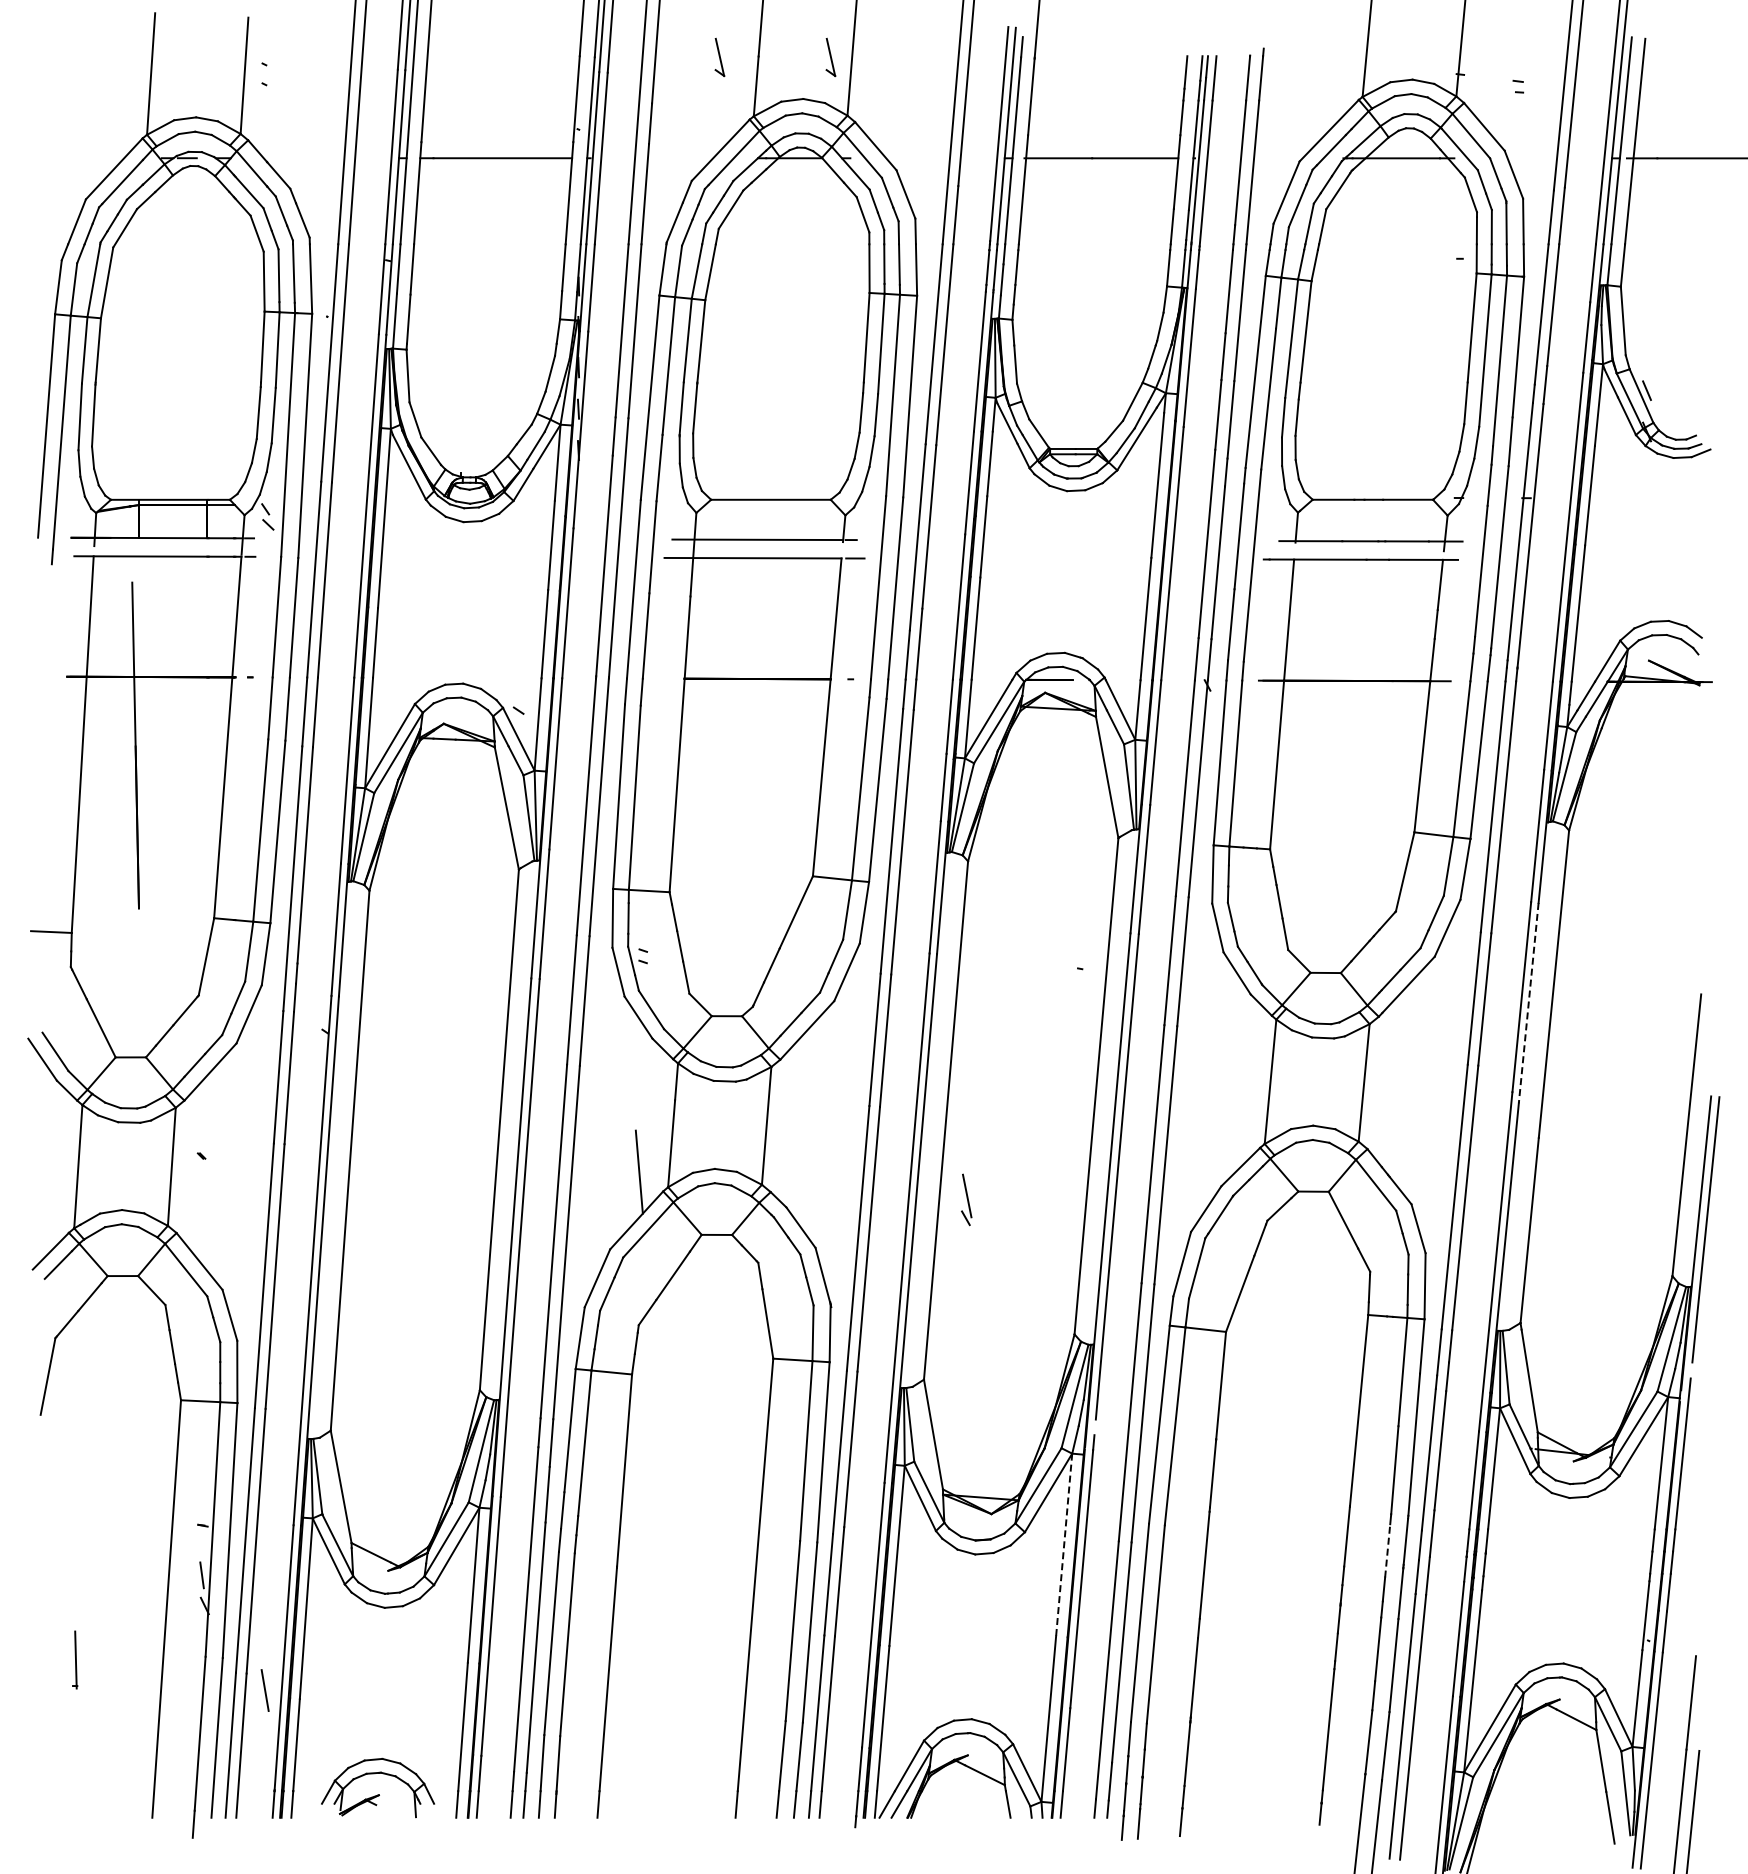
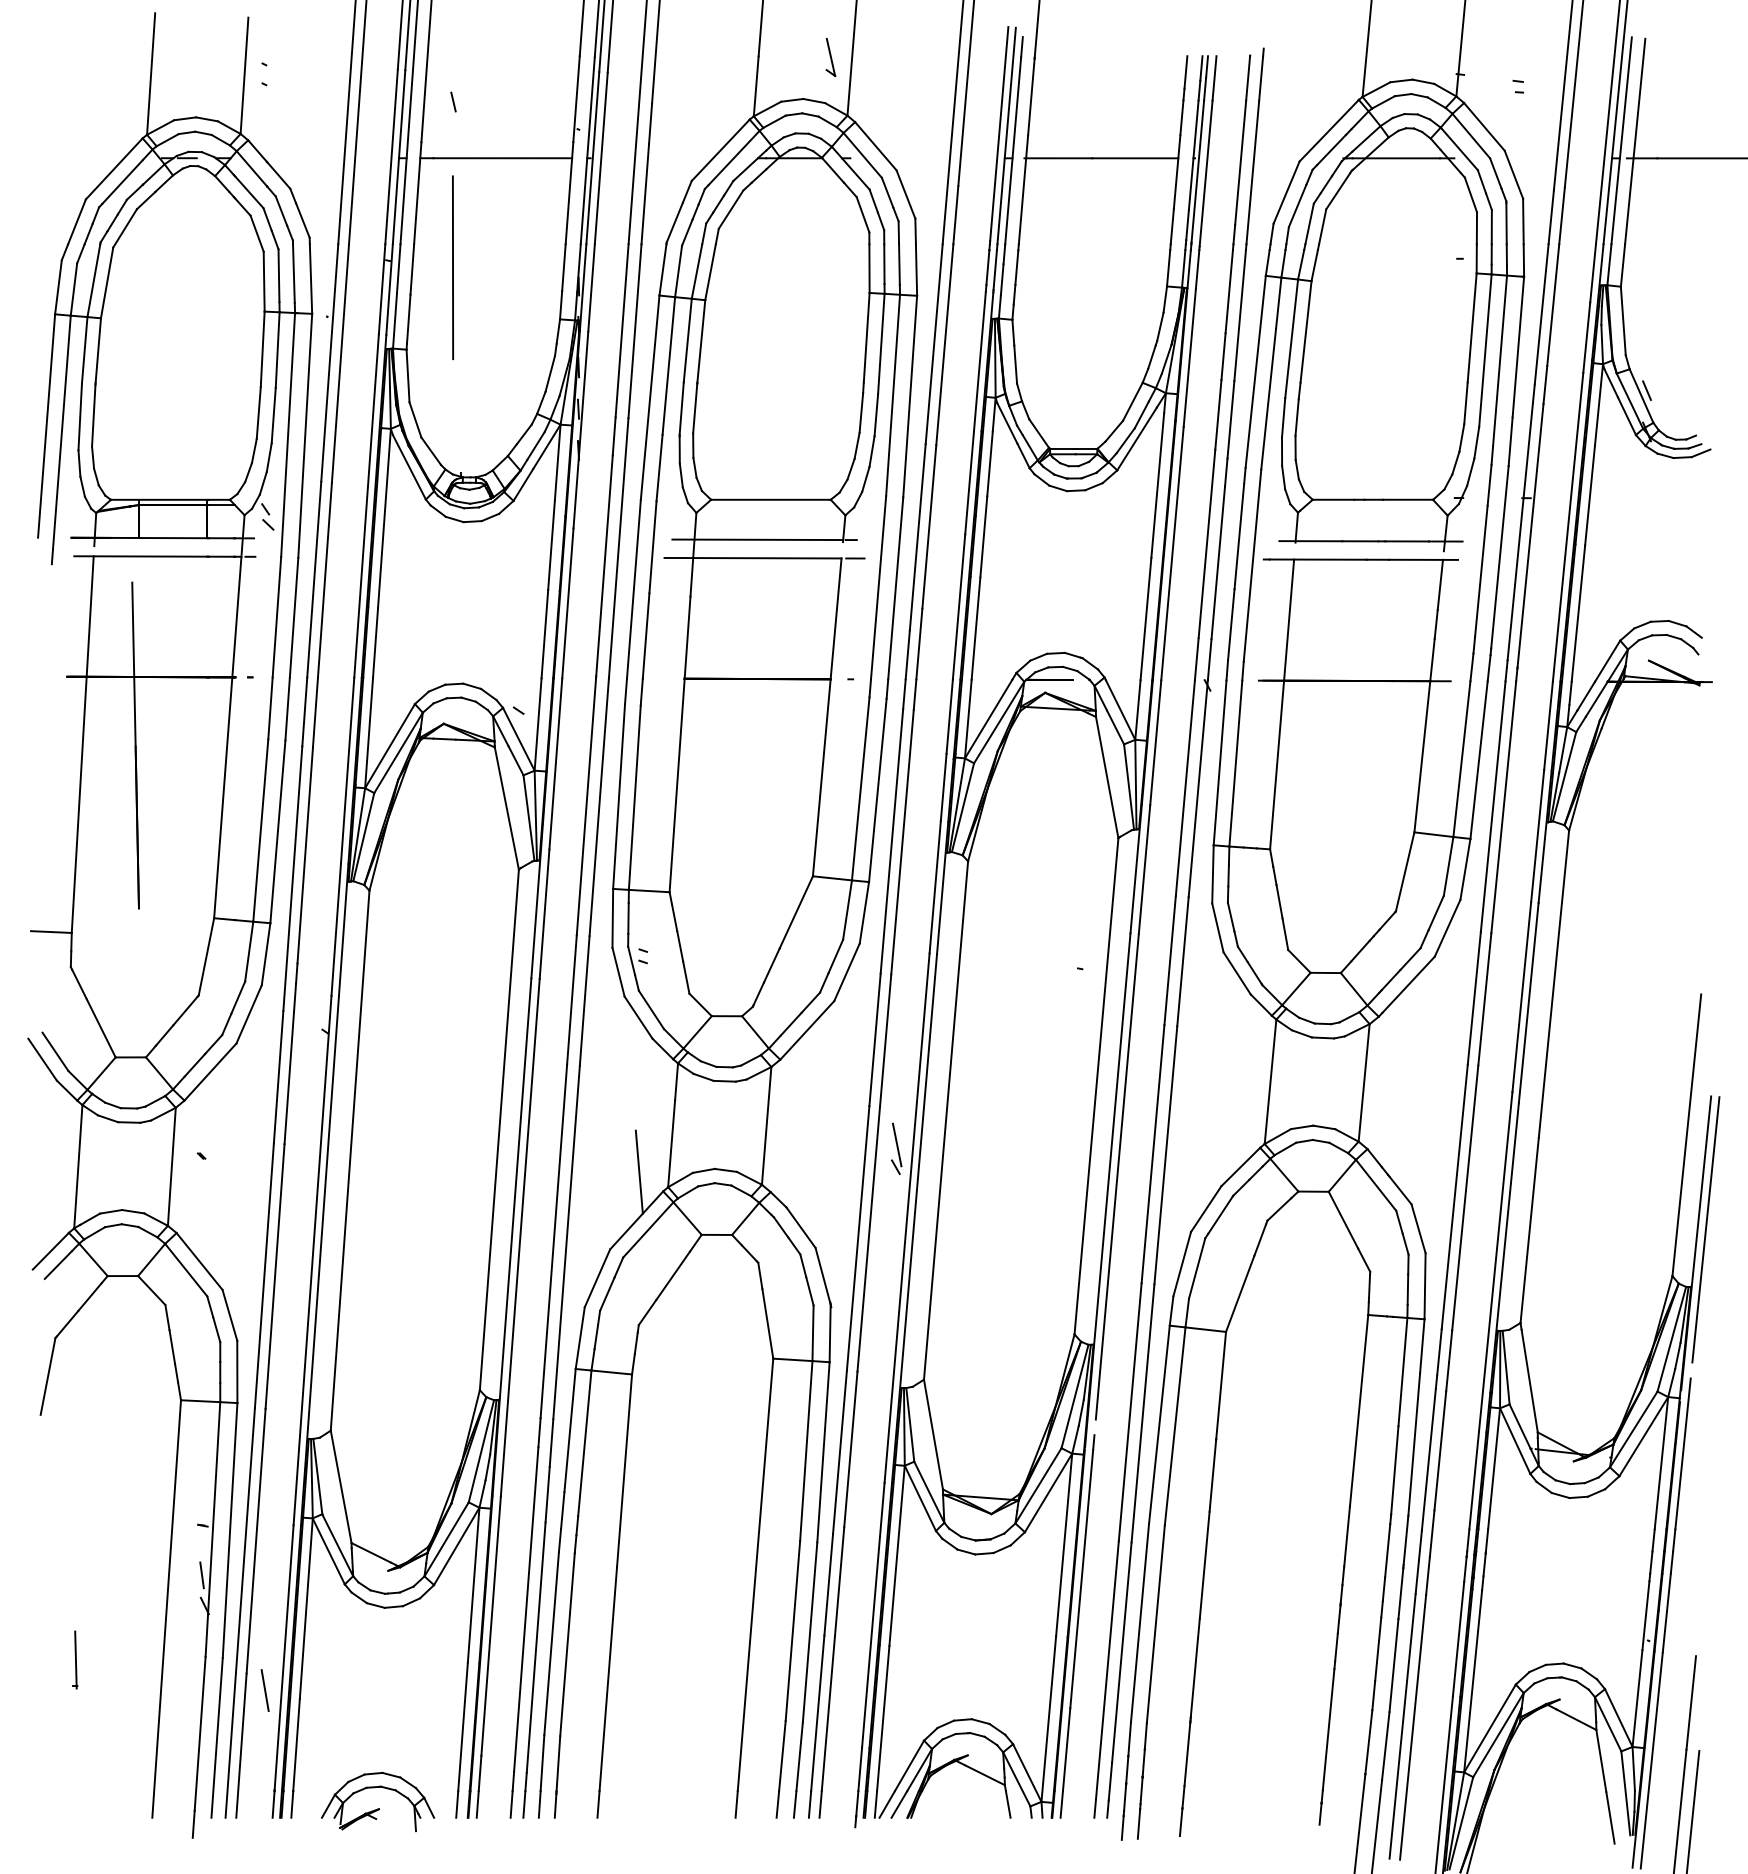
part at (719, 57): present -> none
line at (453, 101): none -> present
line at (452, 267): none -> present
line at (1528, 1003): dashed -> solid
part at (966, 1199) position: (966, 1199) -> (896, 1148)
line at (1064, 1544): dashed -> solid
line at (1387, 1550): dashed -> solid
part at (377, 1794) position: (377, 1794) -> (377, 1808)
